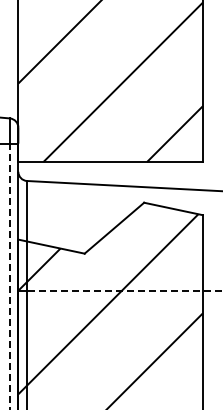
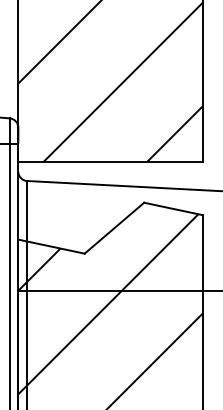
line at (9, 276): dashed -> solid
line at (124, 291): dashed -> solid
